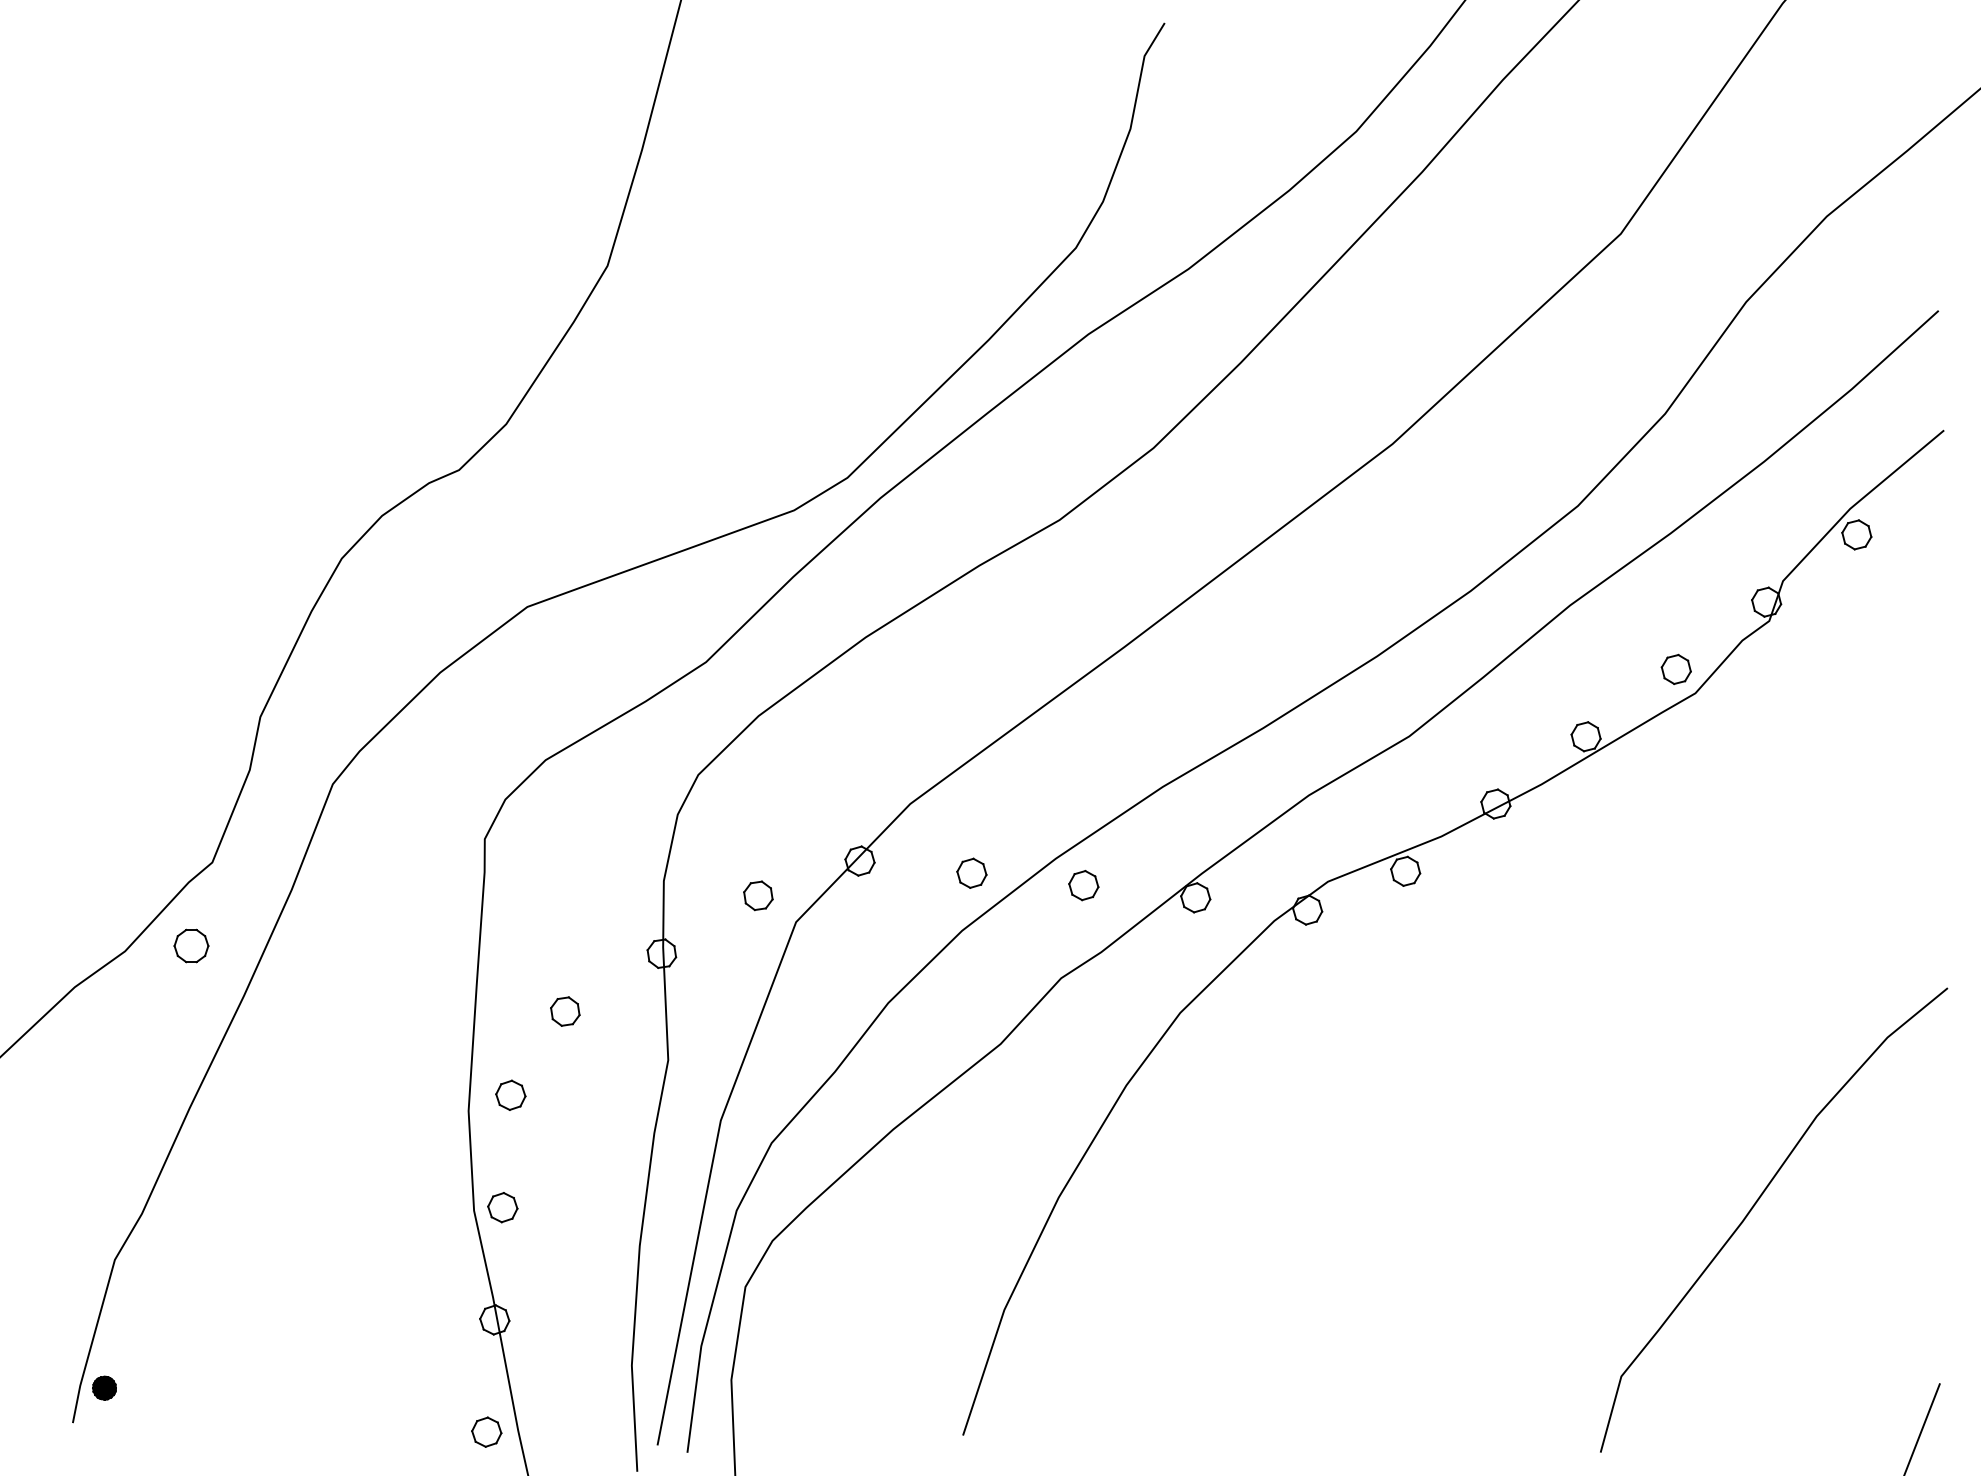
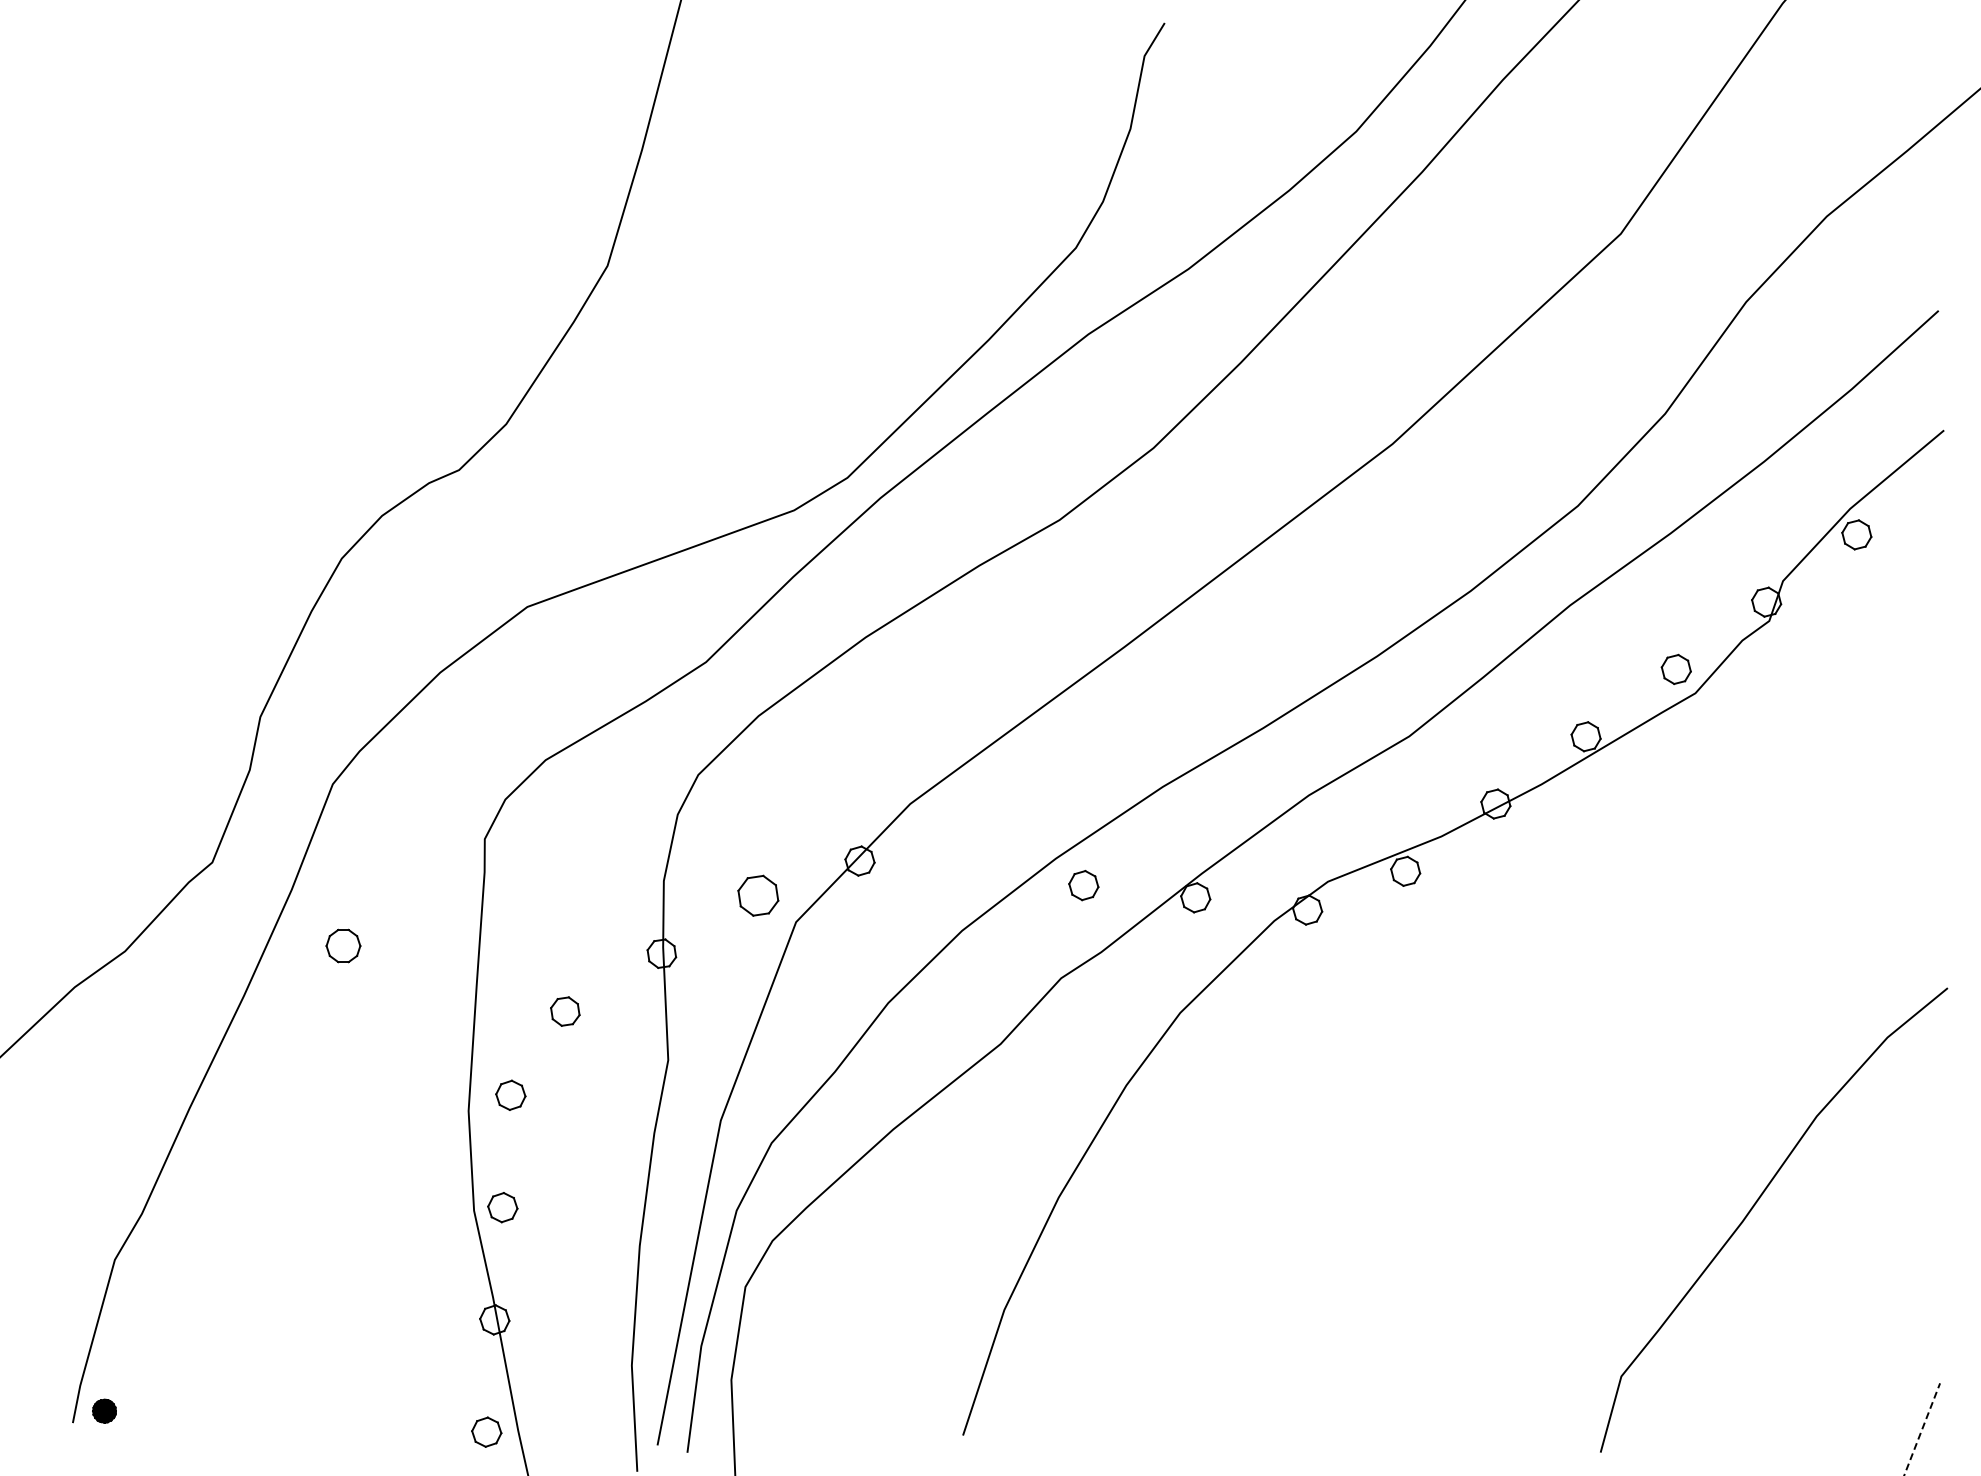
part at (971, 872): present -> none
part at (758, 895) size: 31x32 px -> 43x43 px
part at (191, 945) position: (191, 945) -> (343, 945)
part at (104, 1387) position: (104, 1387) -> (104, 1410)
line at (1922, 1428): solid -> dashed
